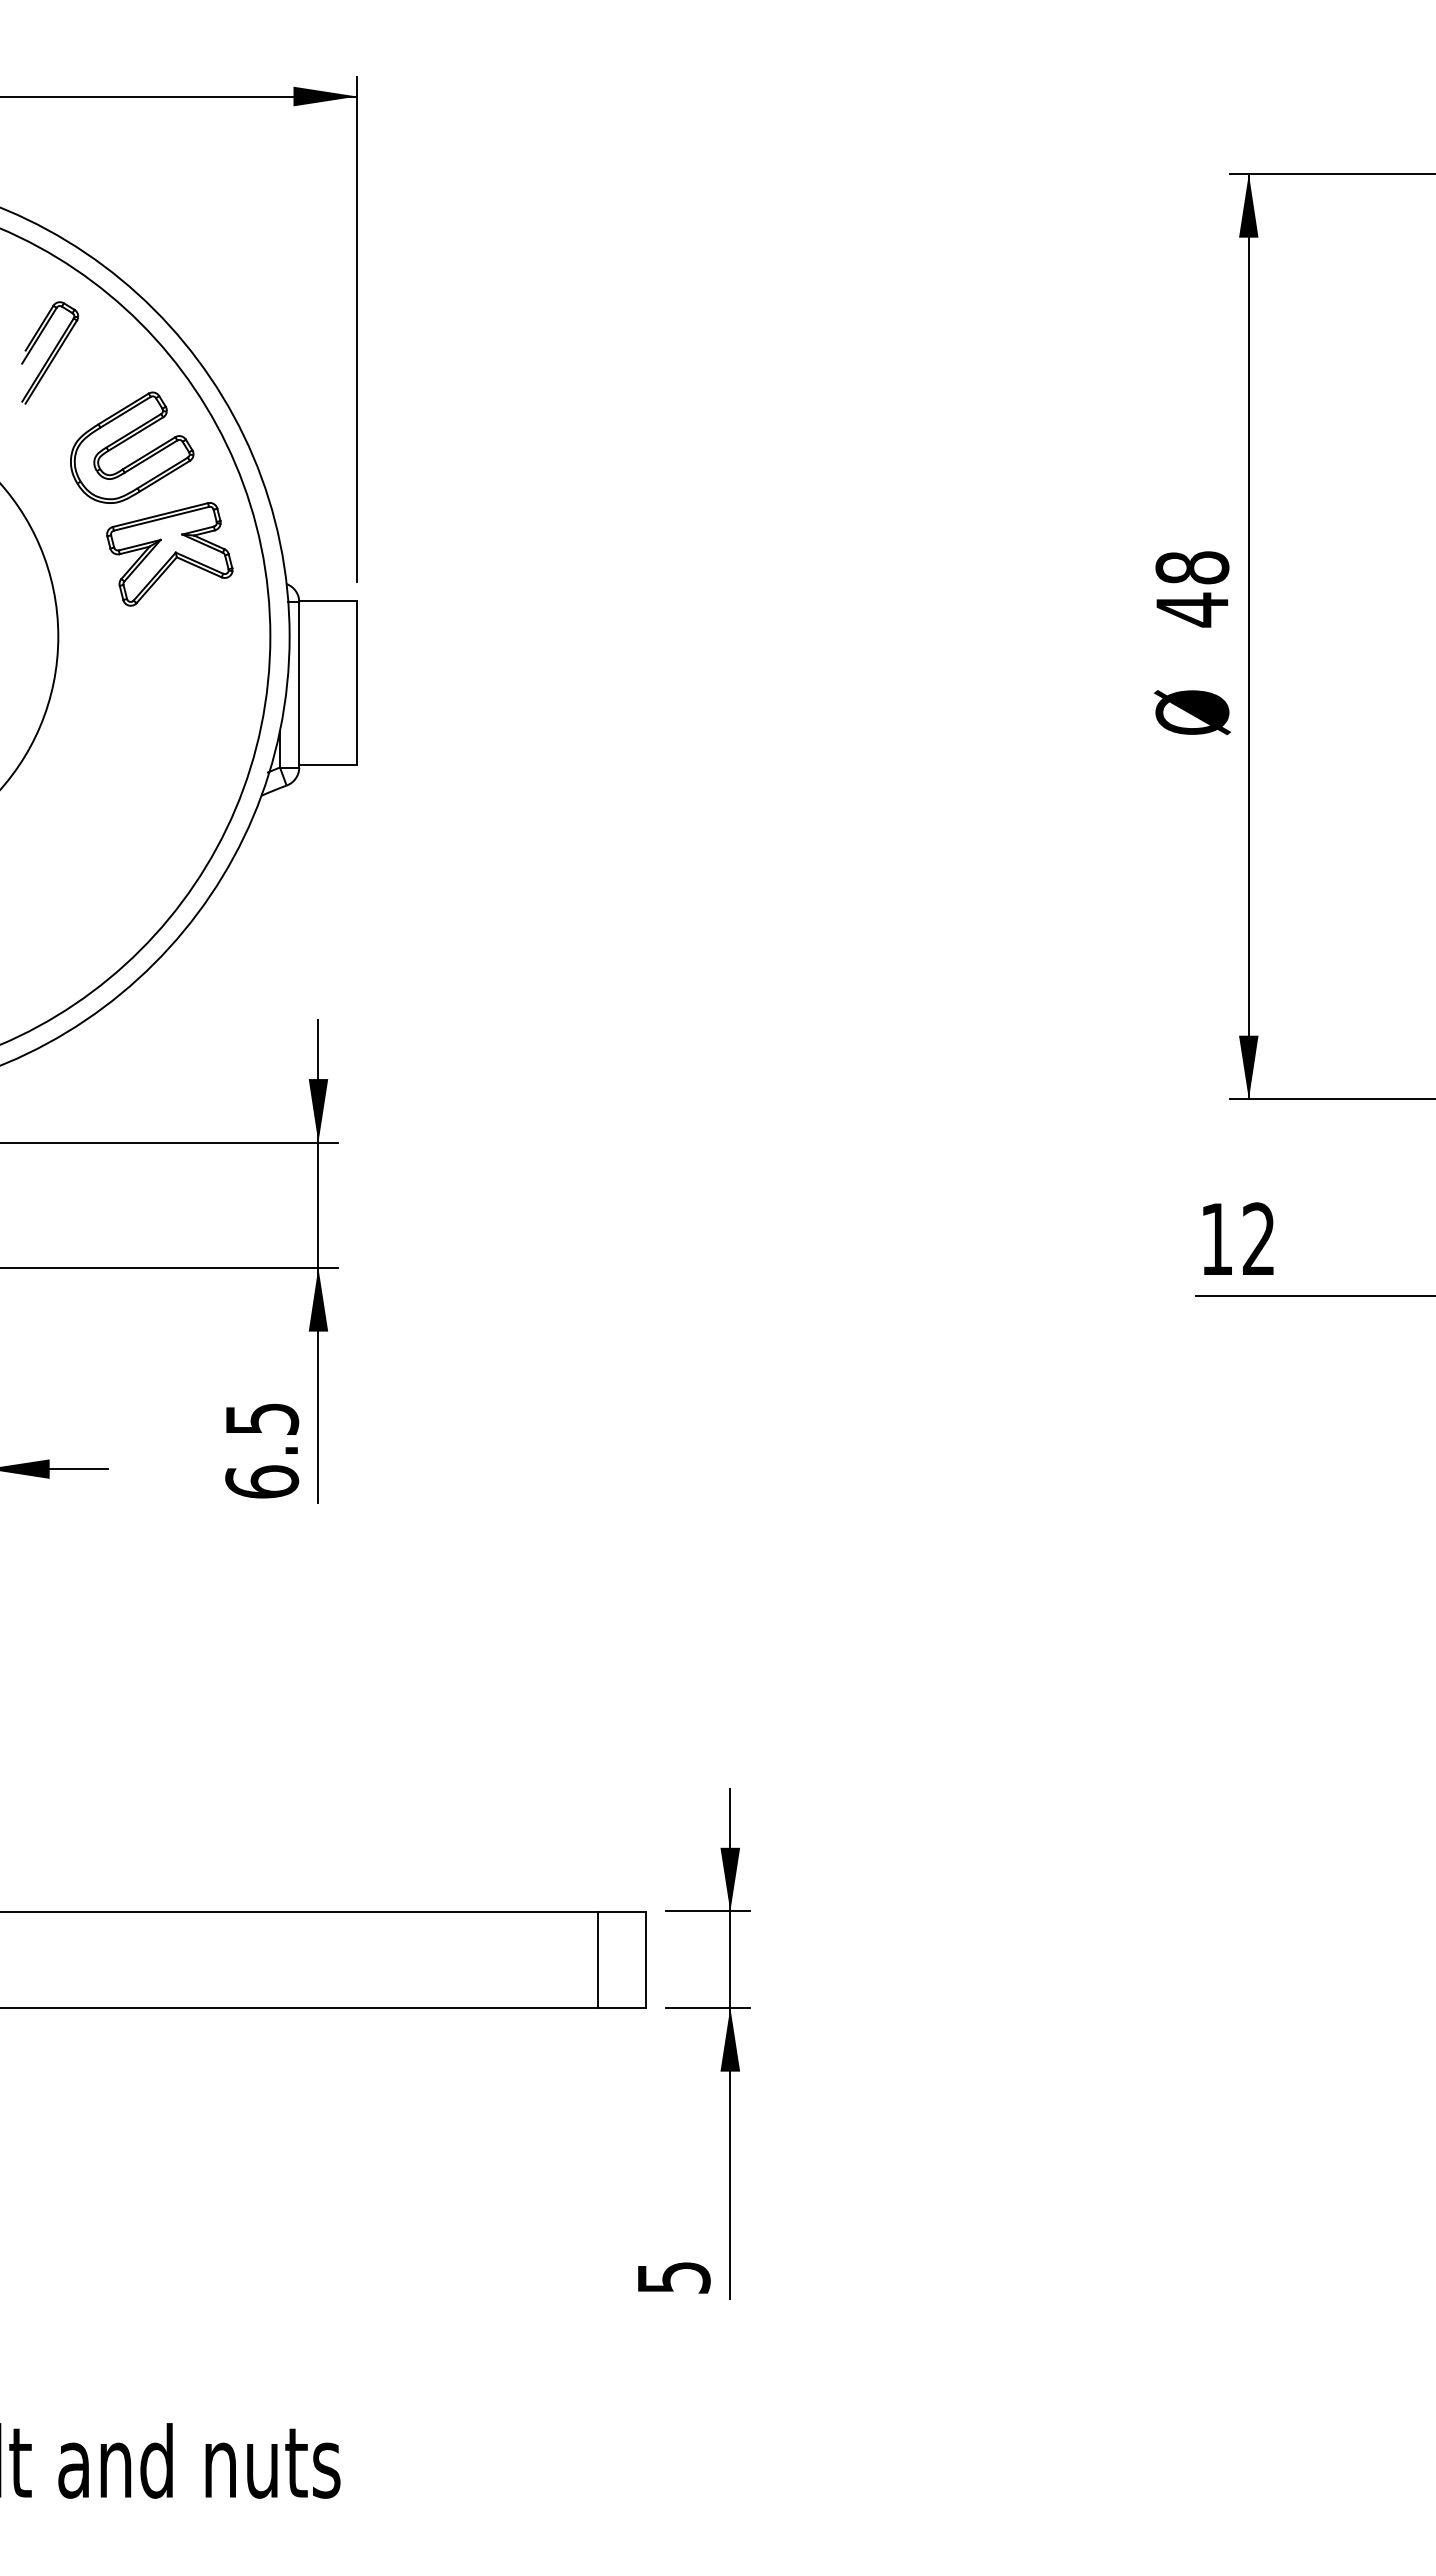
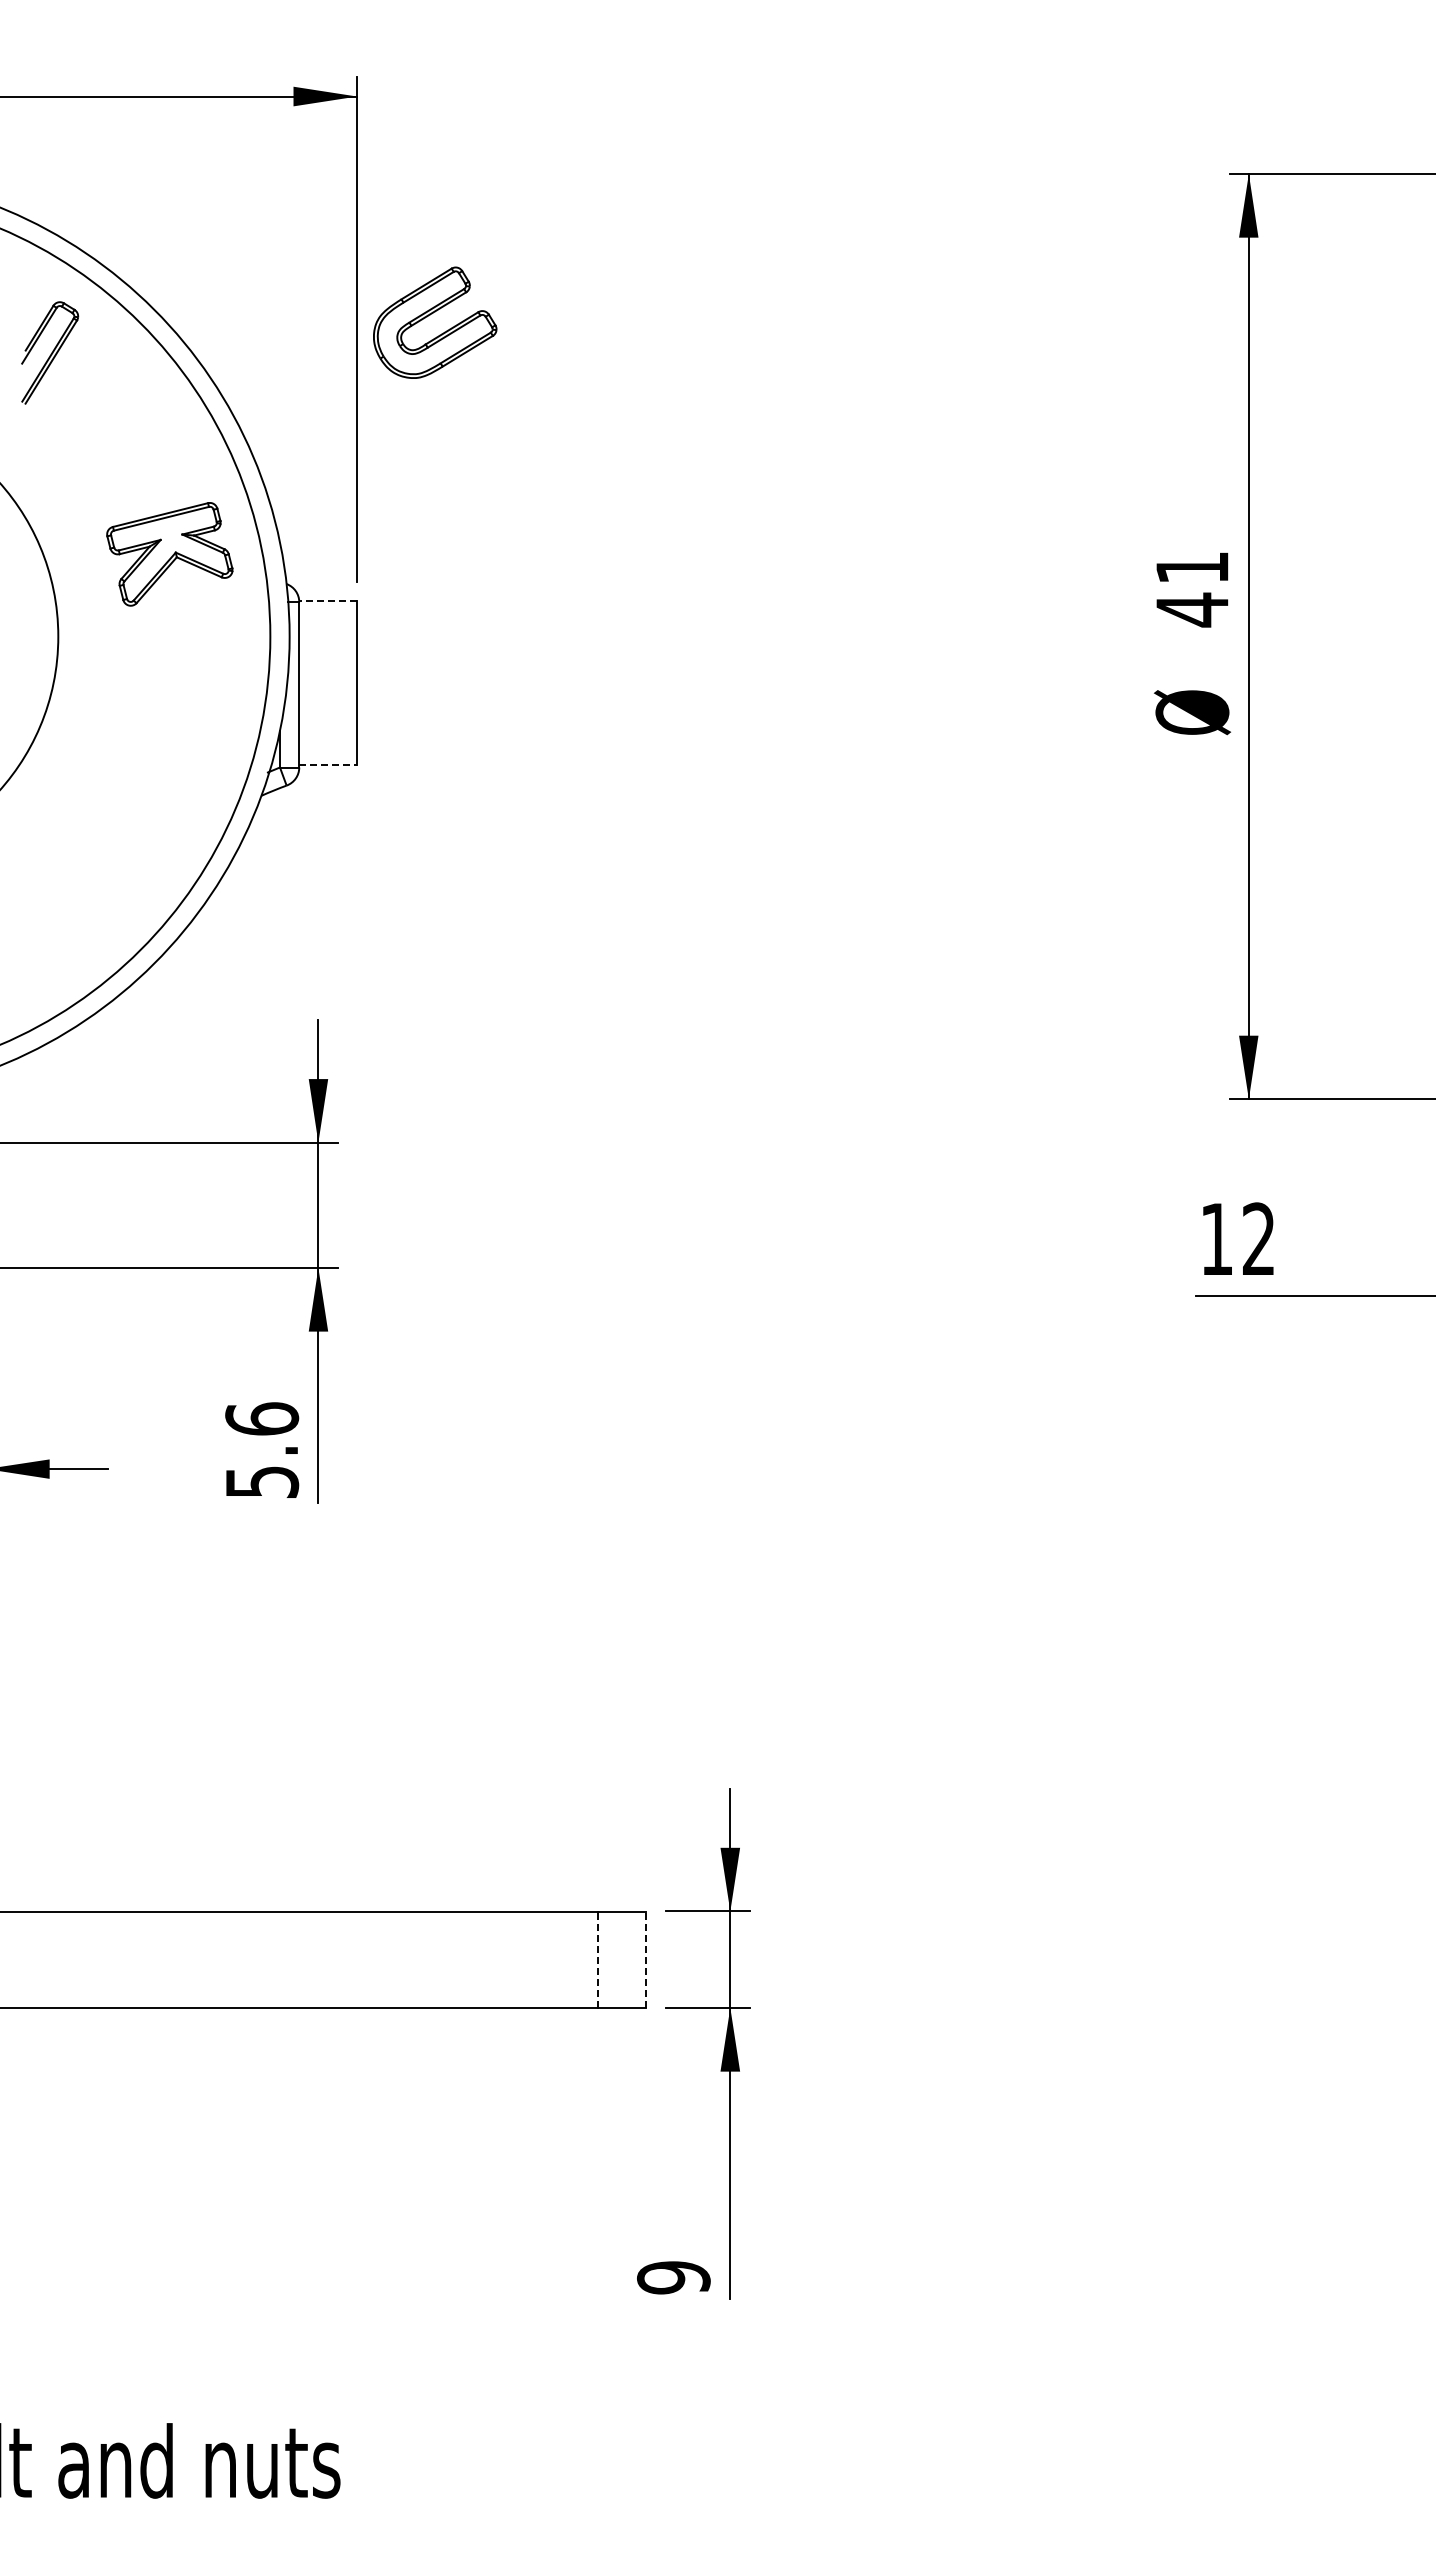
part at (129, 439) position: (129, 439) -> (432, 314)
text at (1192, 567): 48 -> 41
line at (328, 601): solid -> dashed
line at (328, 765): solid -> dashed
text at (262, 1450): 6.5 -> 5.6
line at (598, 1959): solid -> dashed
line at (646, 1959): solid -> dashed
text at (673, 2277): 5 -> 9
